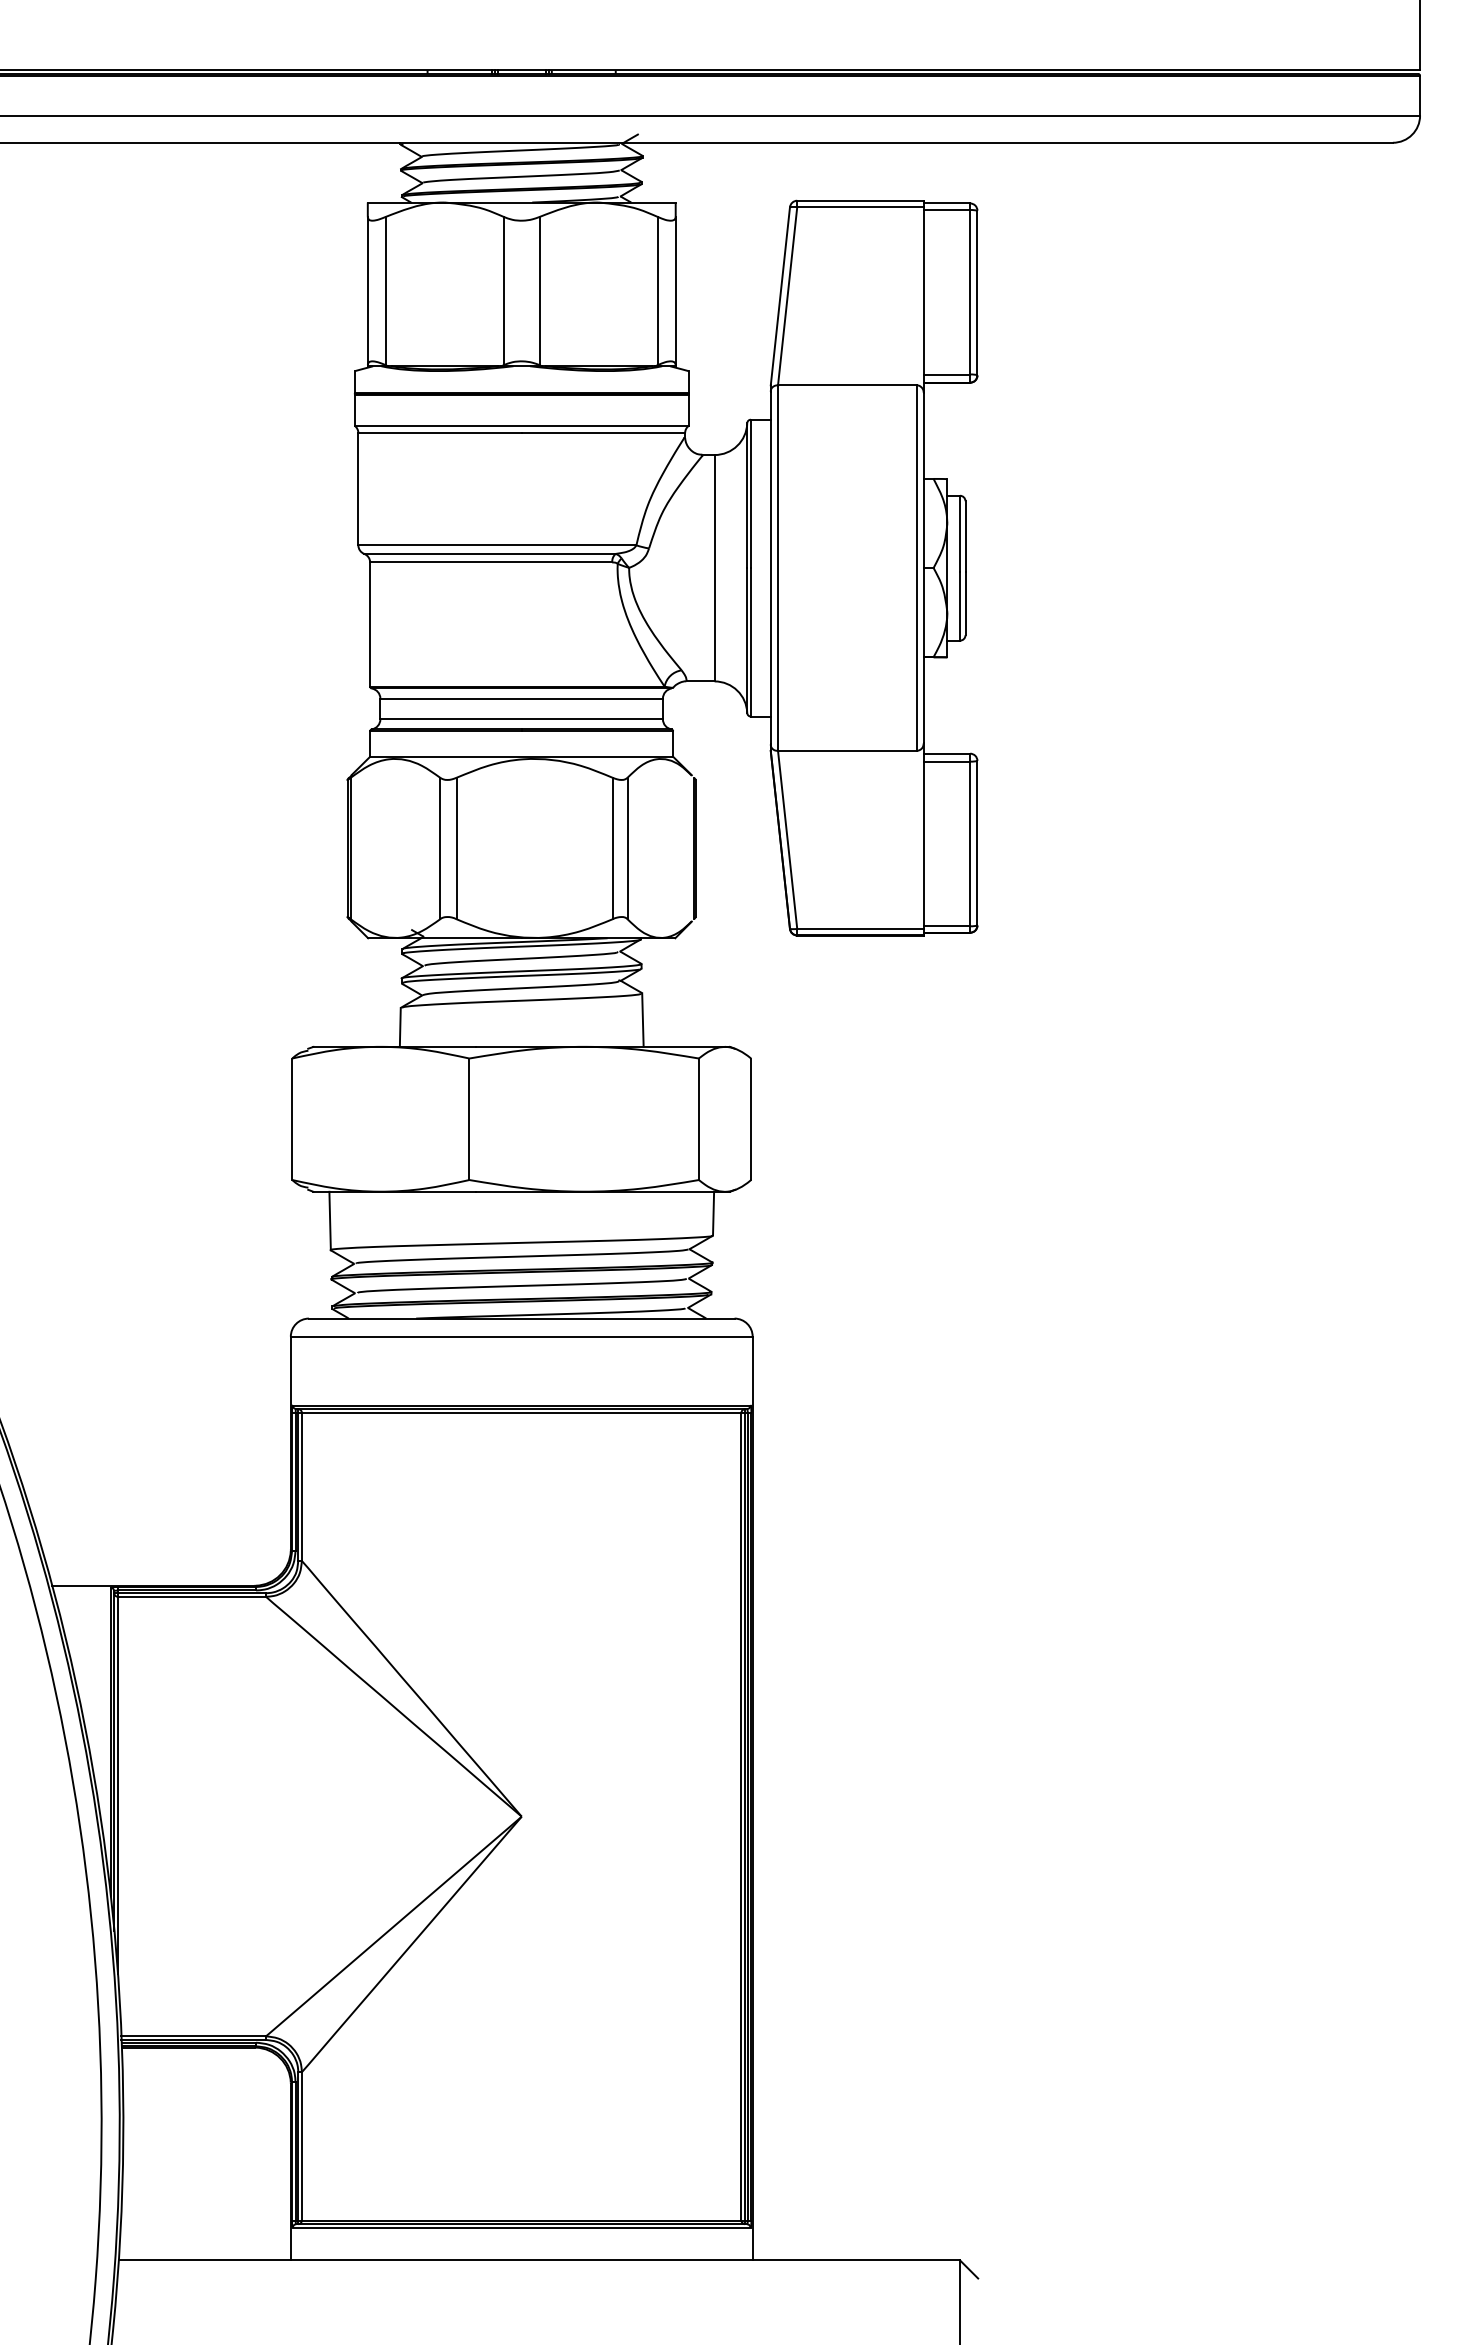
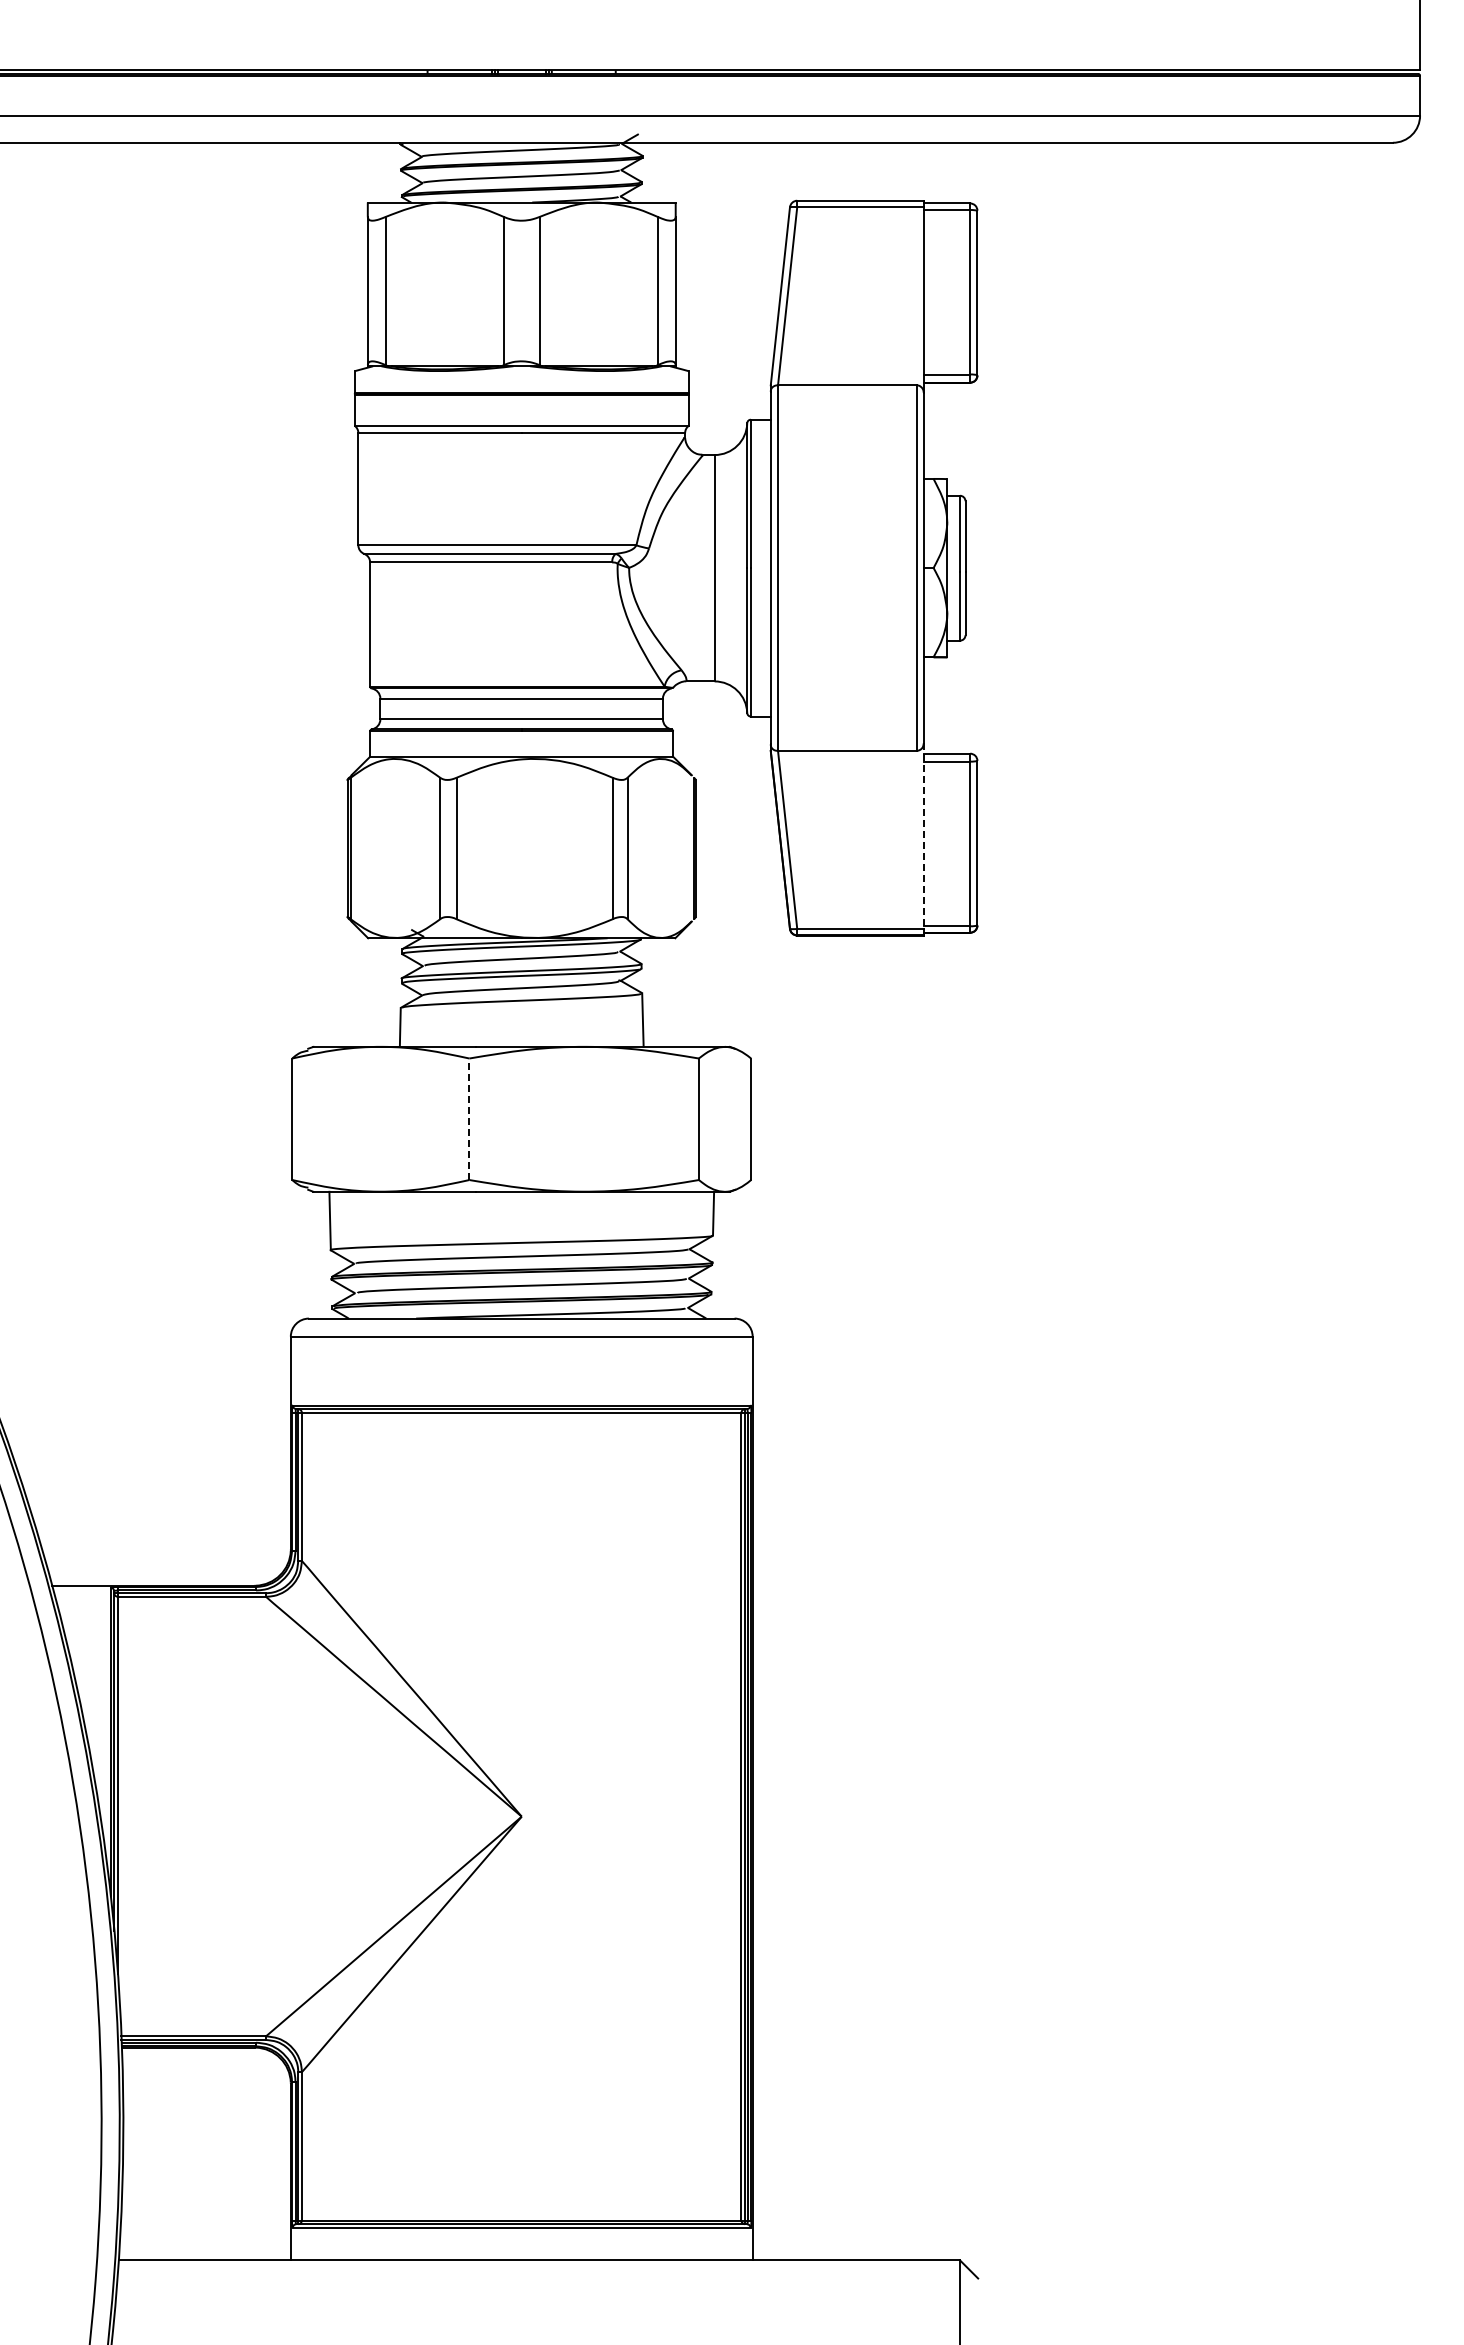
line at (923, 836): solid -> dashed
line at (469, 1119): solid -> dashed
